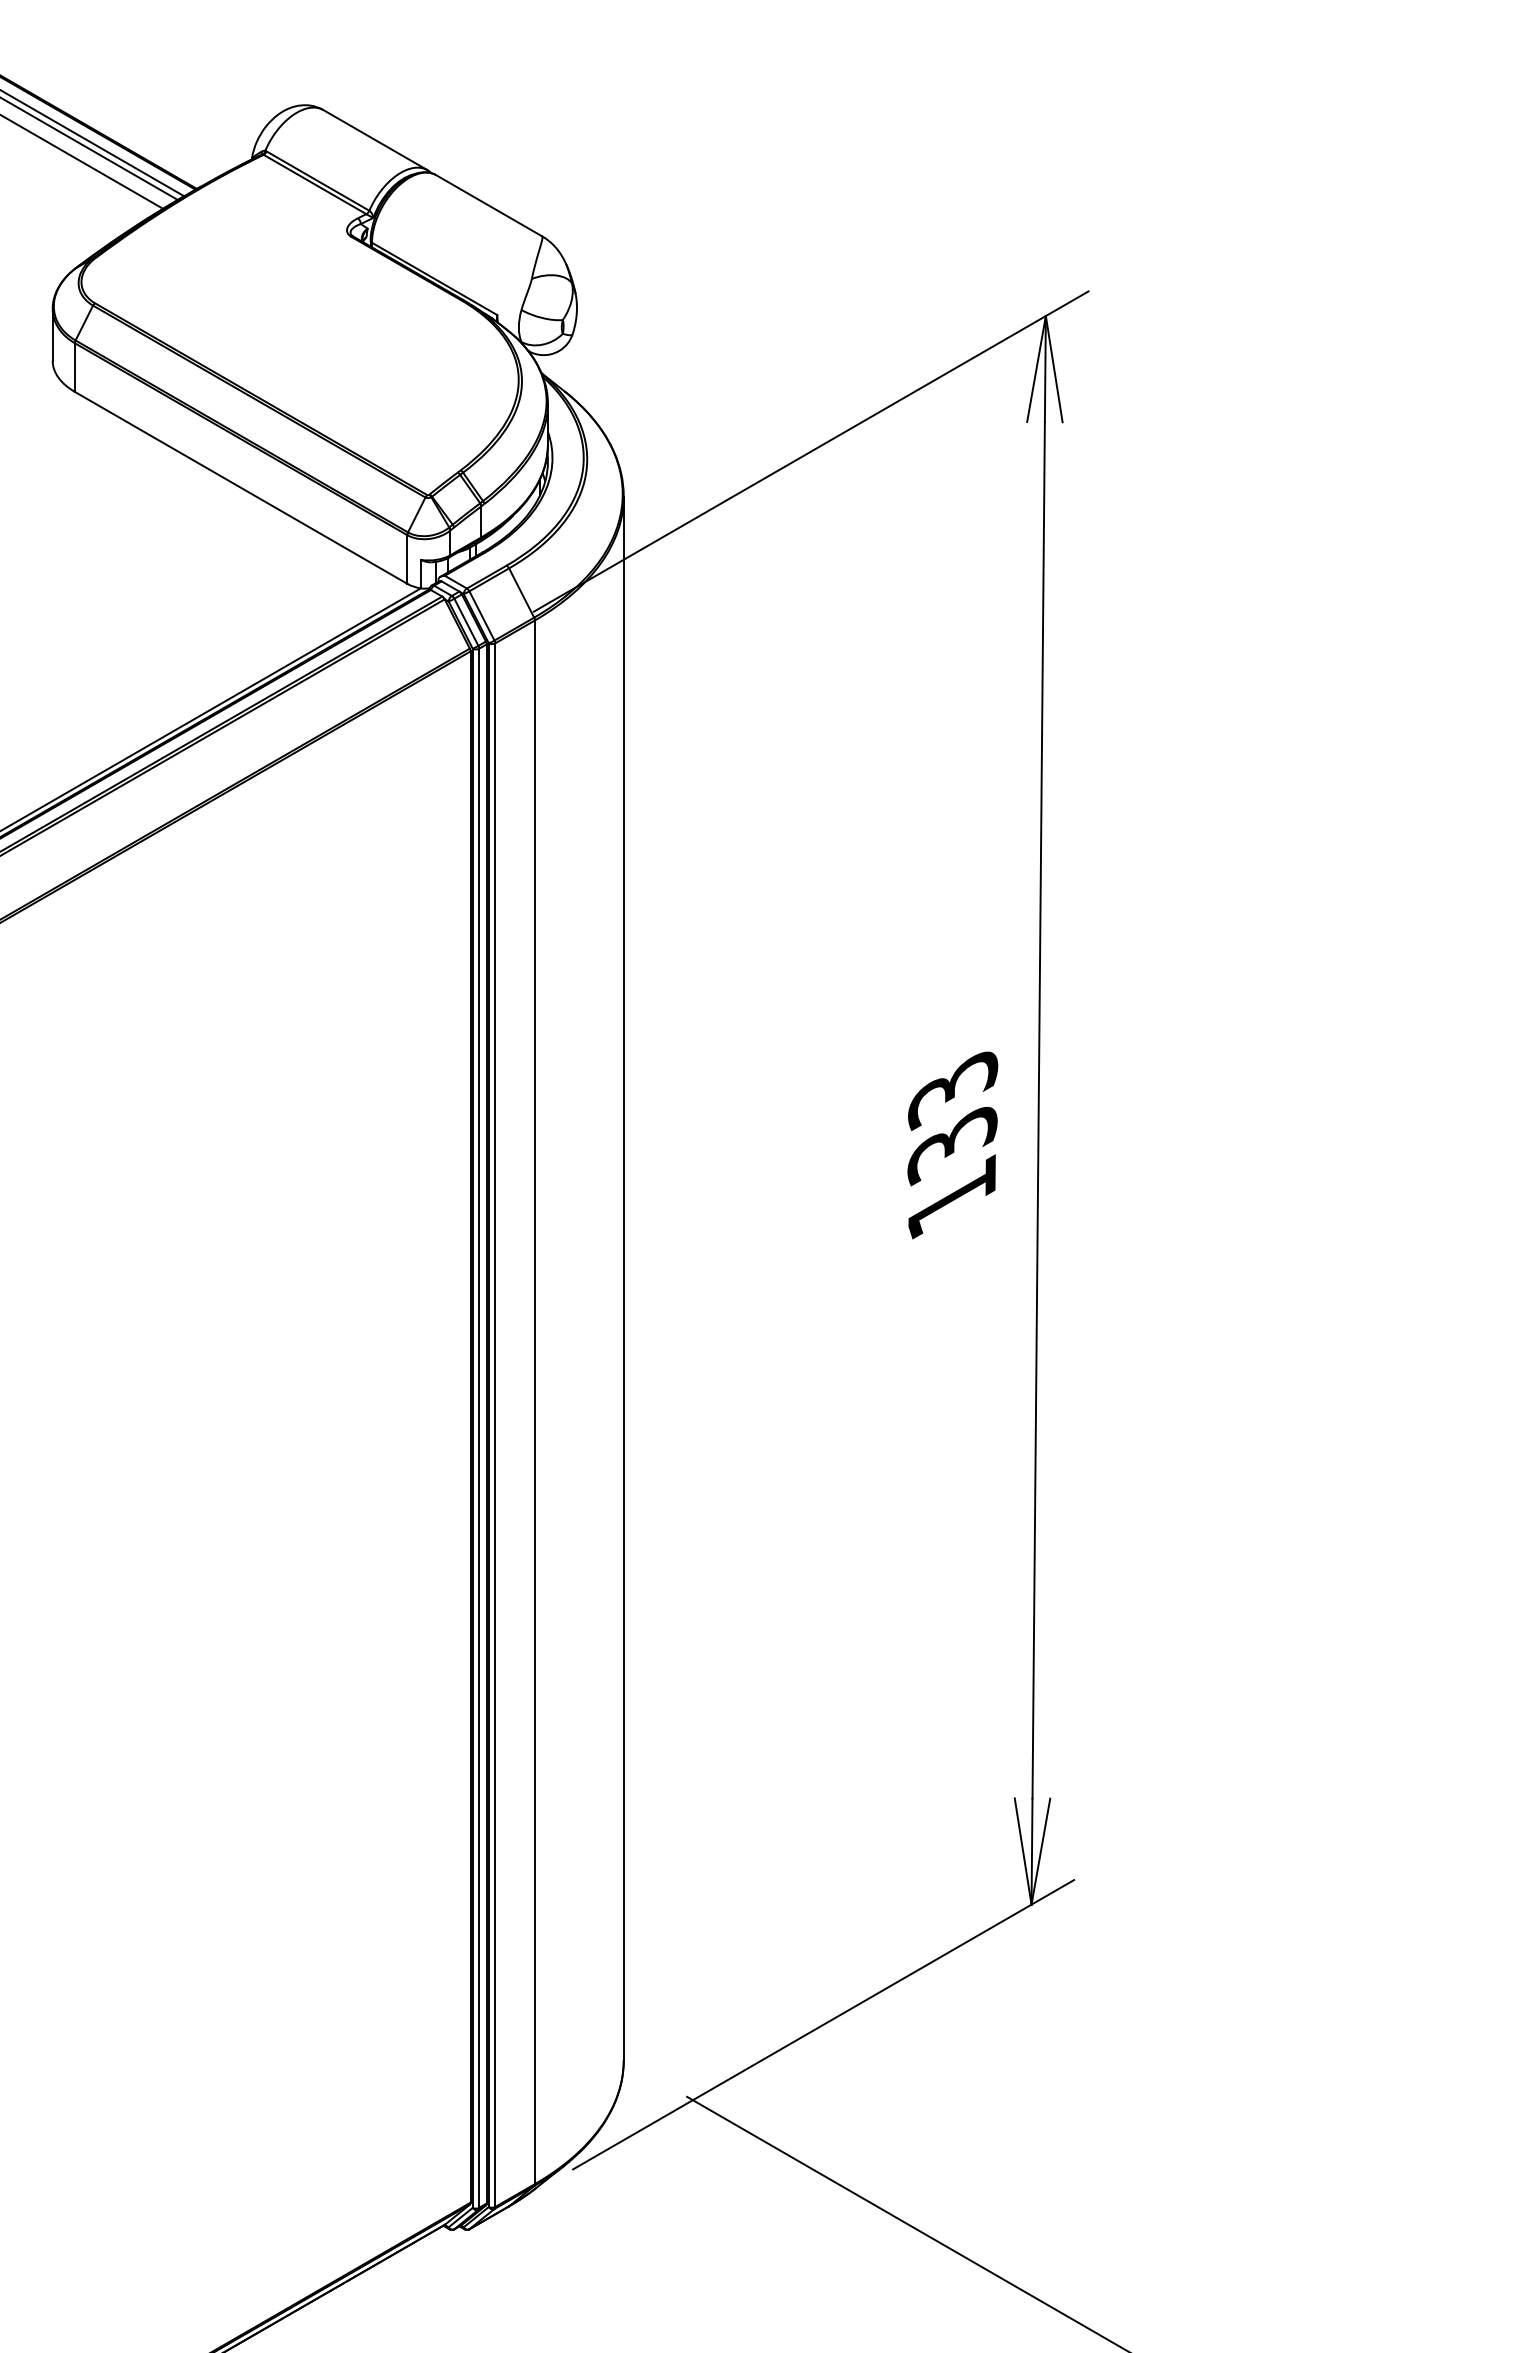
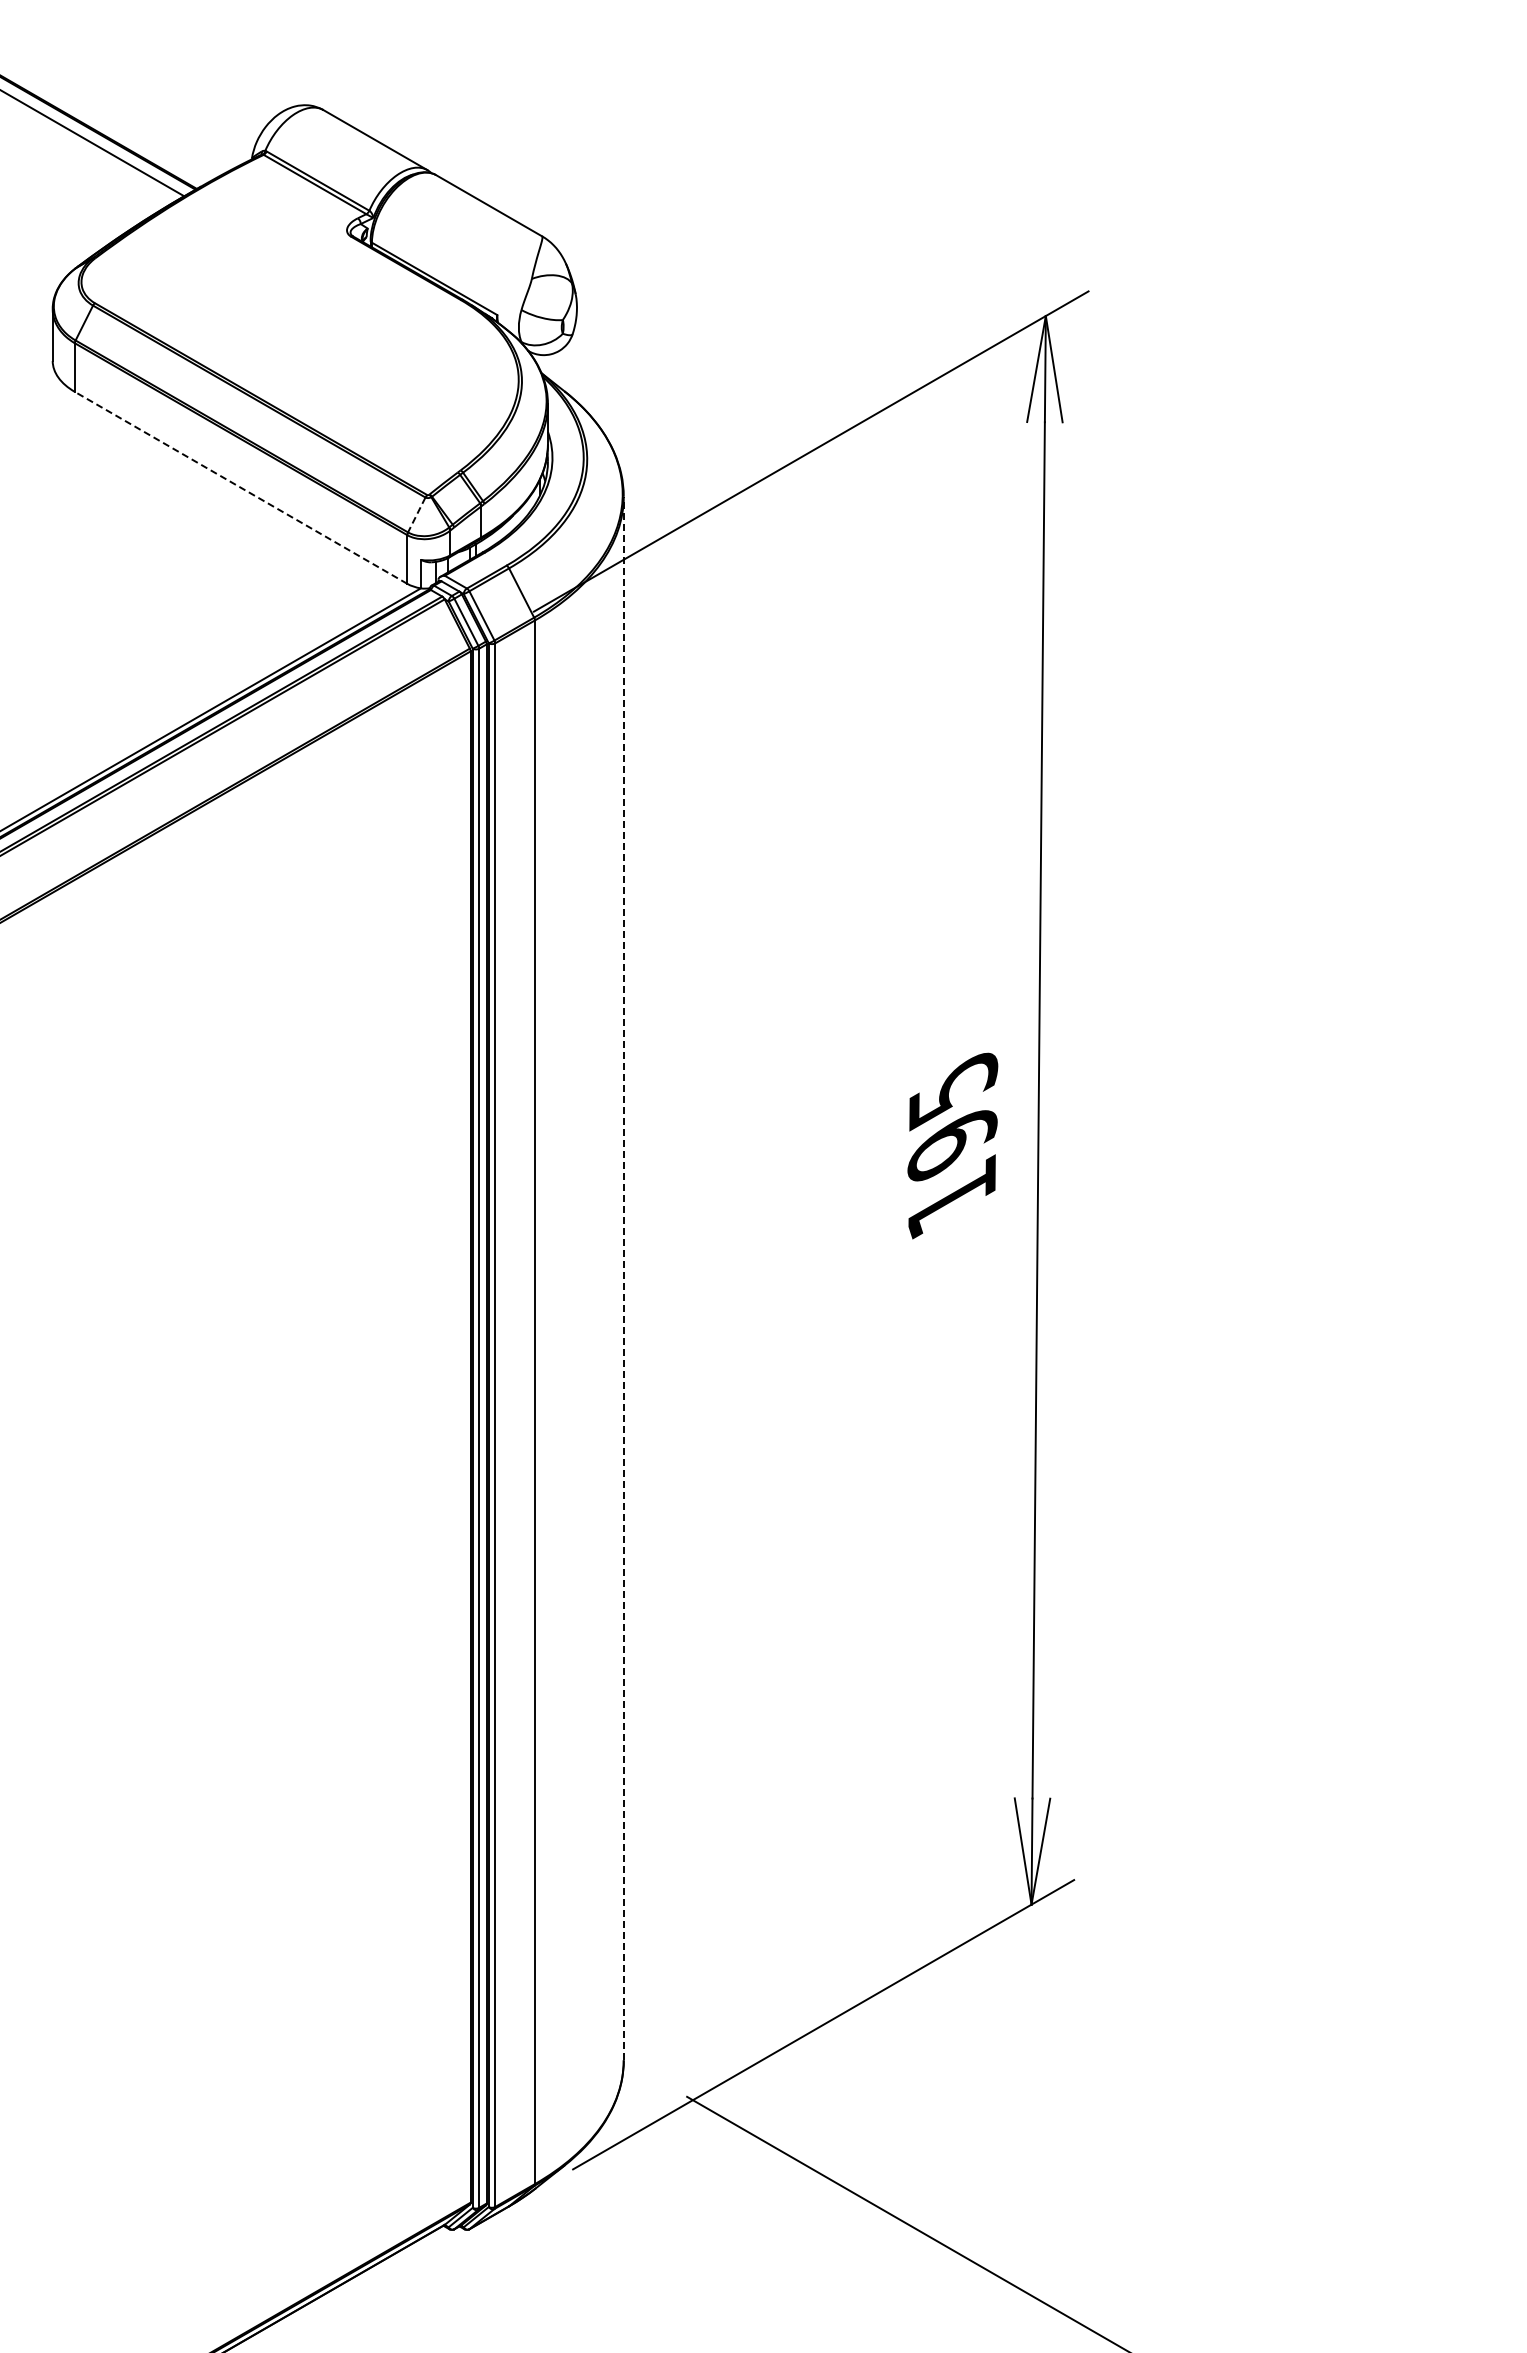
line at (89, 149): present -> none
line at (82, 161): present -> none
line at (241, 487): solid -> dashed
line at (416, 515): solid -> dashed
text at (952, 1118): 133 -> 195
line at (623, 1278): solid -> dashed
